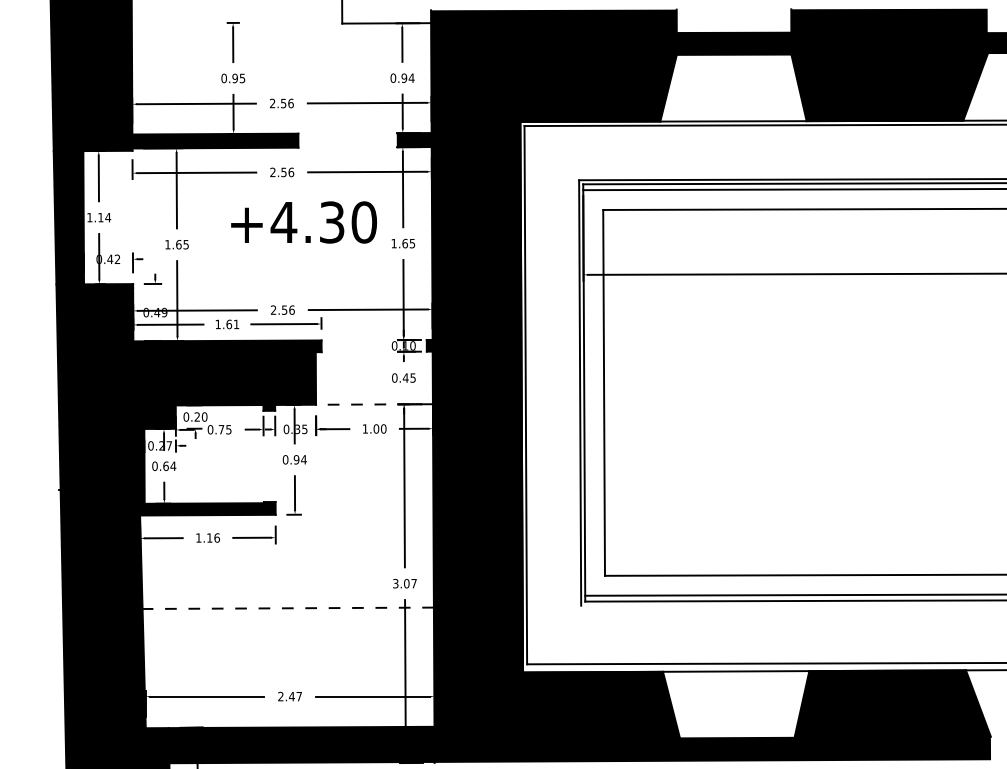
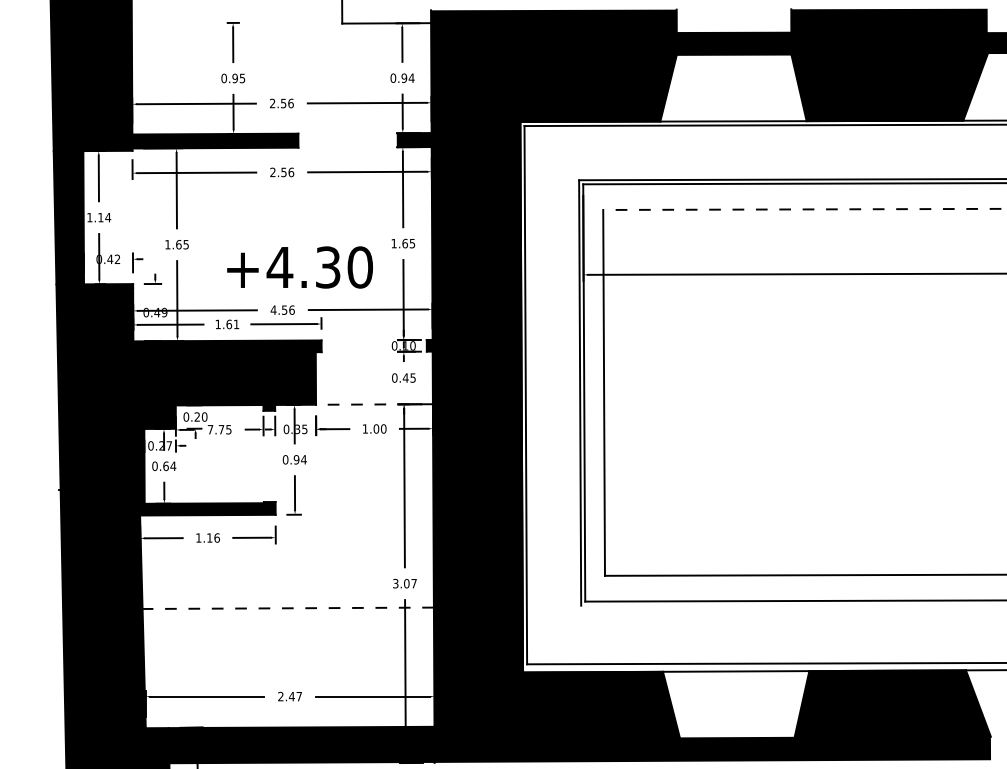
line at (793, 189): present -> none
line at (804, 209): solid -> dashed
text at (303, 222) position: (303, 222) -> (299, 267)
text at (273, 309): 2.56 -> 4.56
text at (210, 429): 0.75 -> 7.75
line at (794, 594): present -> none
